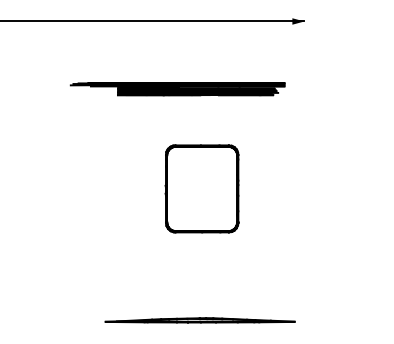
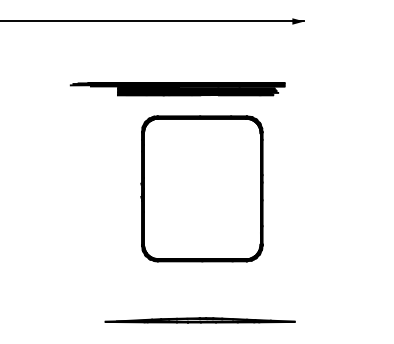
part at (201, 188) size: 76x90 px -> 124x148 px
